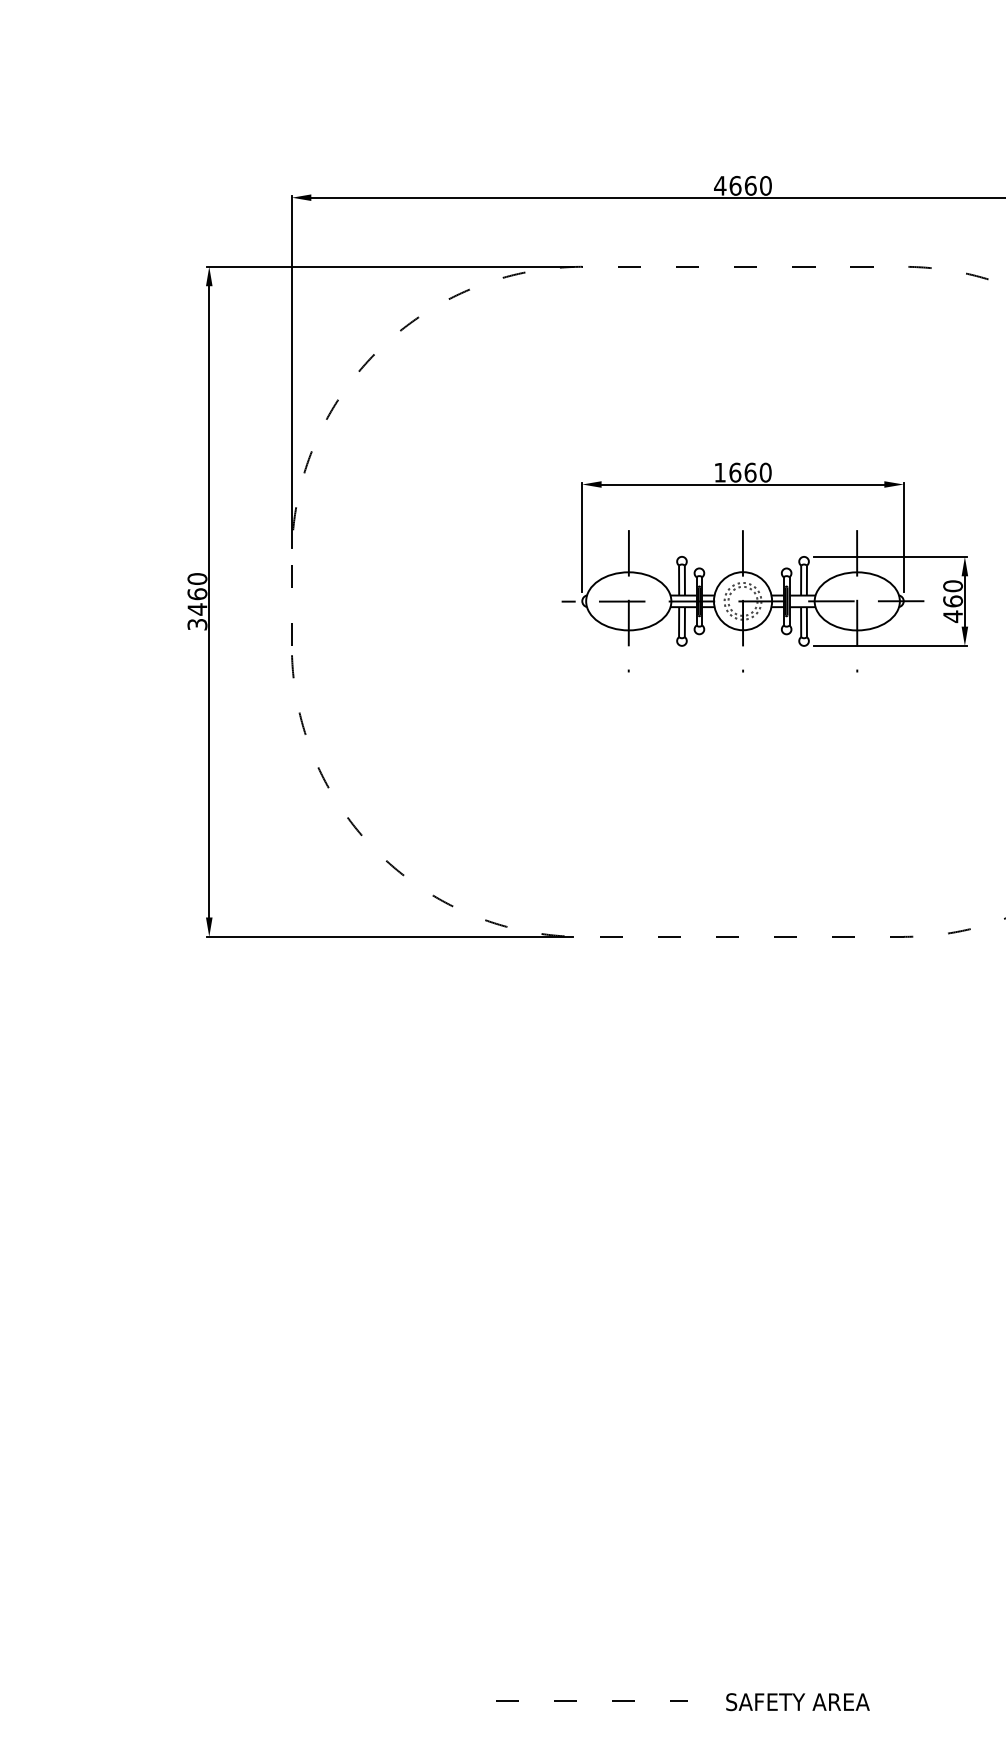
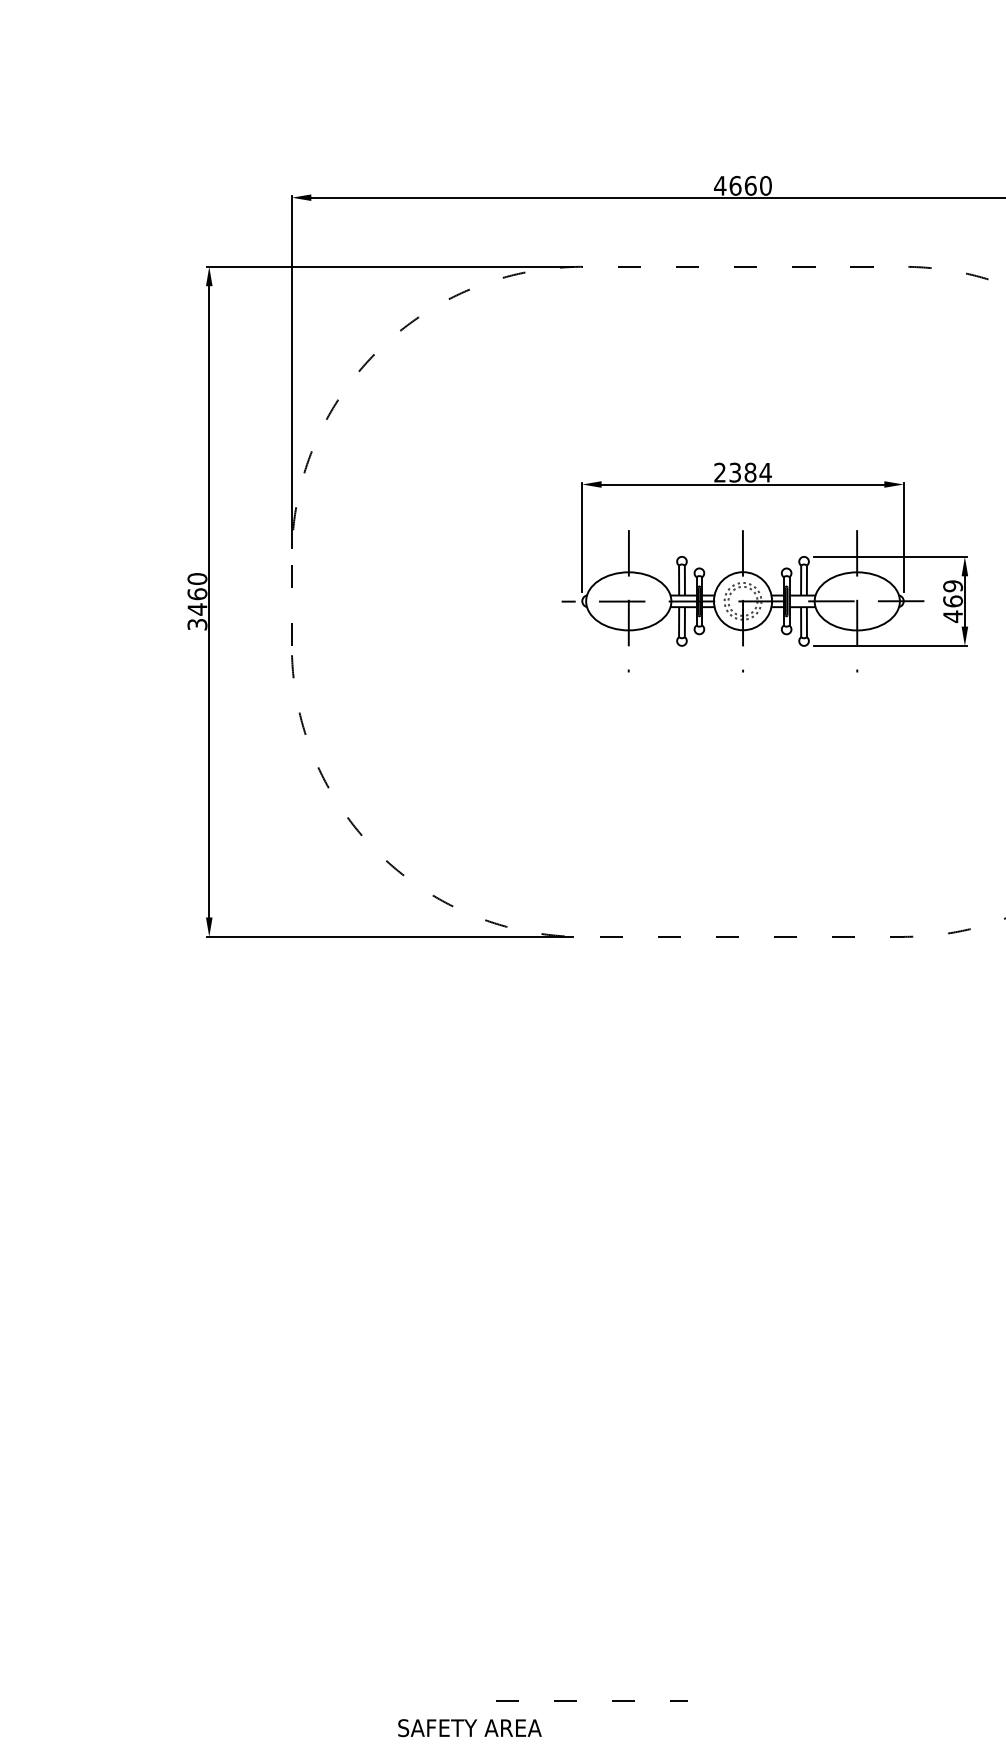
text at (742, 472): 1660 -> 2384
text at (953, 586): 460 -> 469
text at (797, 1702) position: (797, 1702) -> (469, 1728)
